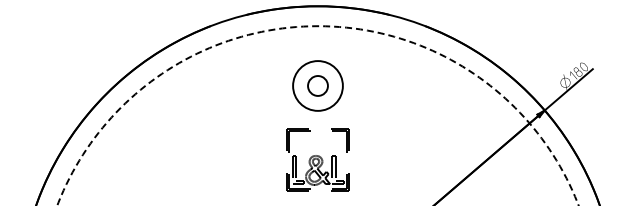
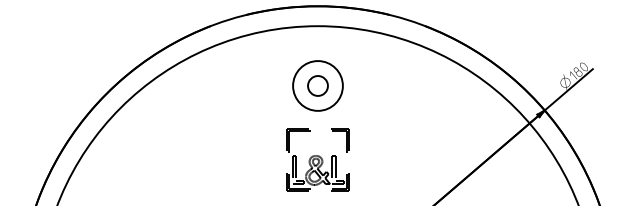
circle at (317, 115): dashed -> solid
